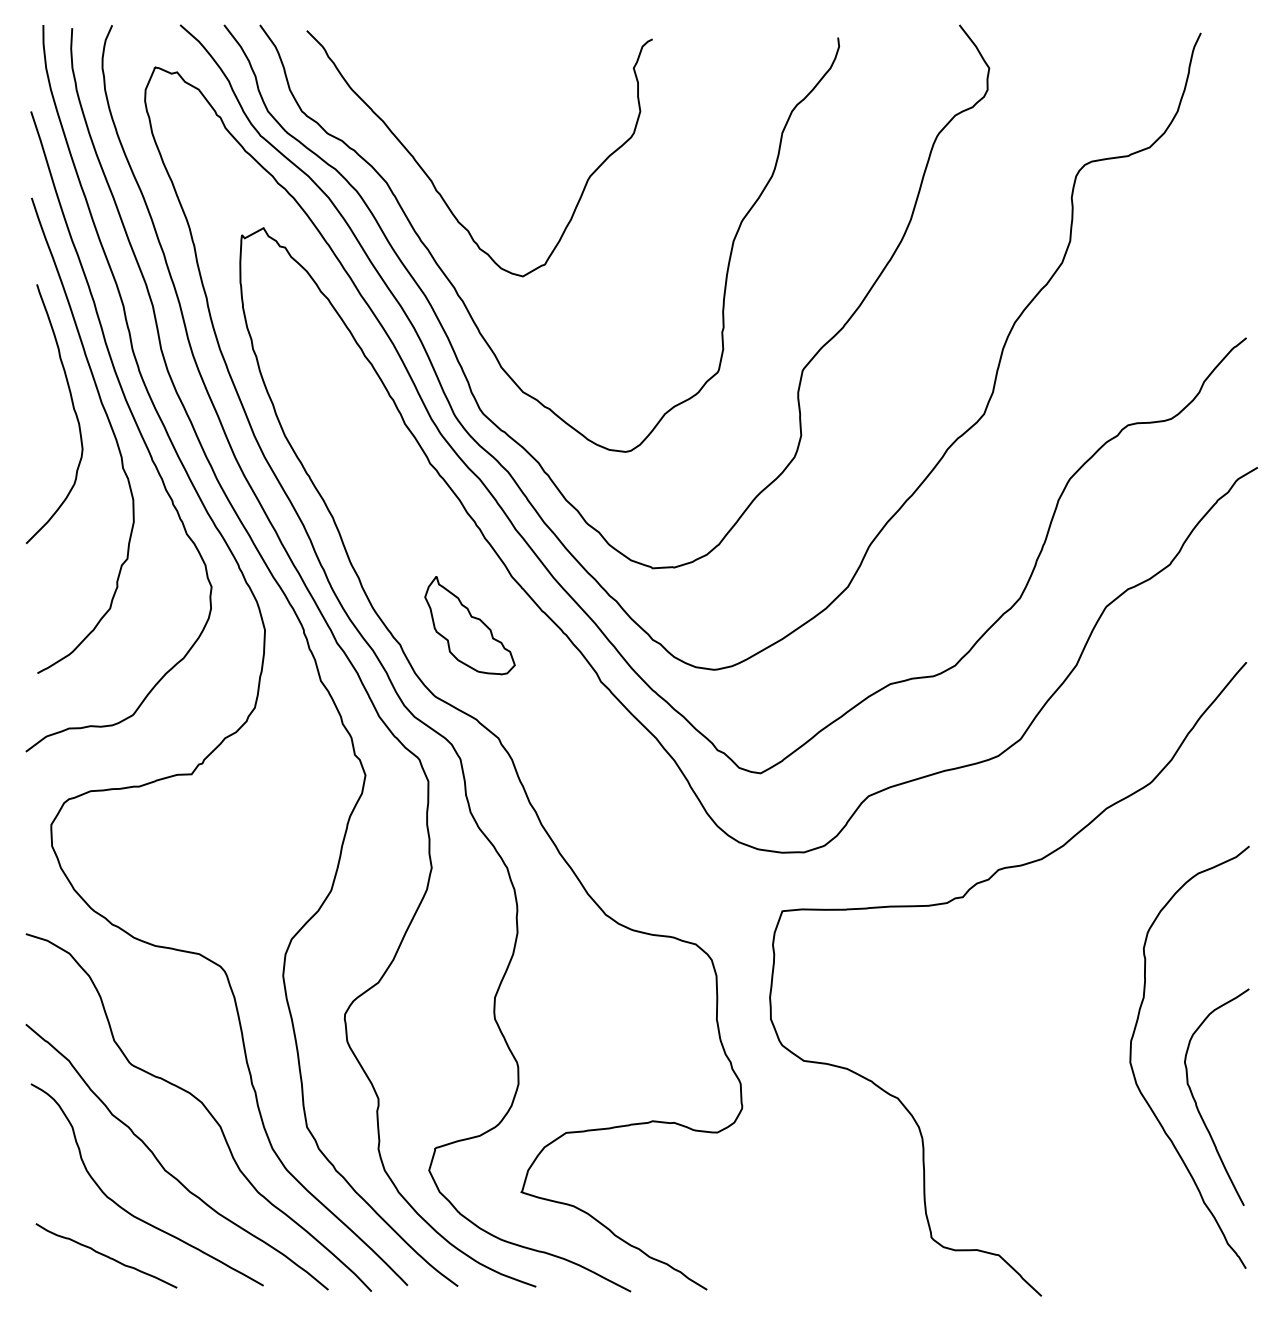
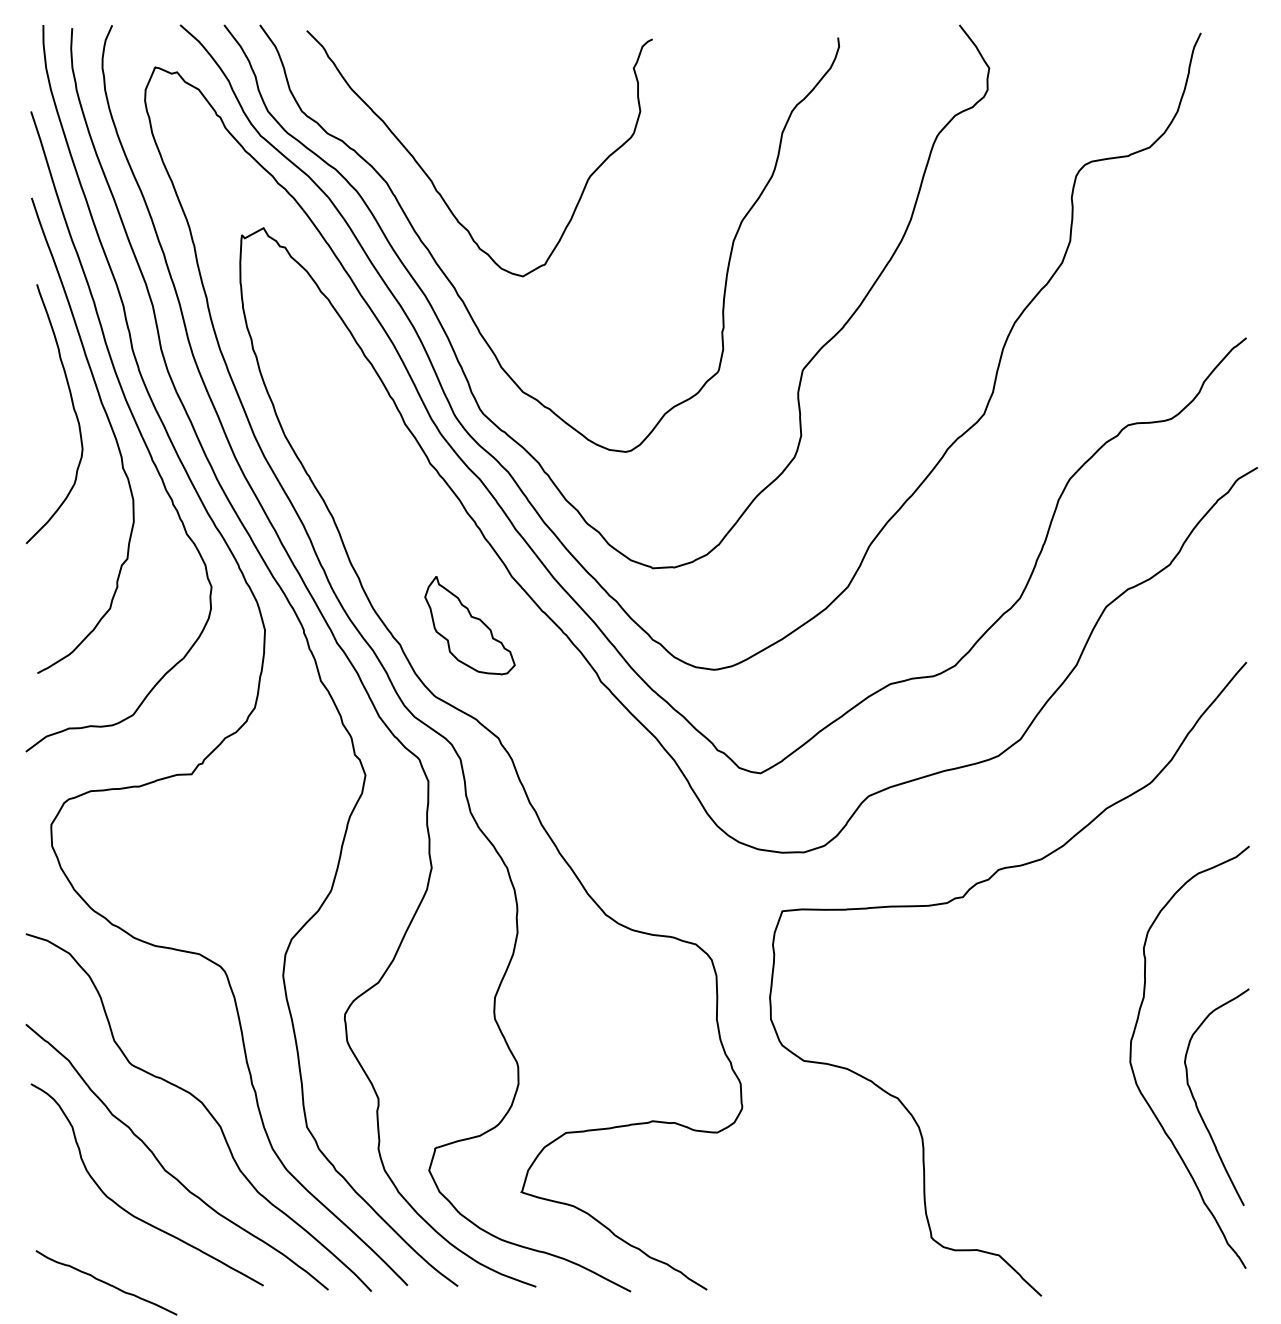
curve at (106, 1255) position: (106, 1255) -> (106, 1282)
